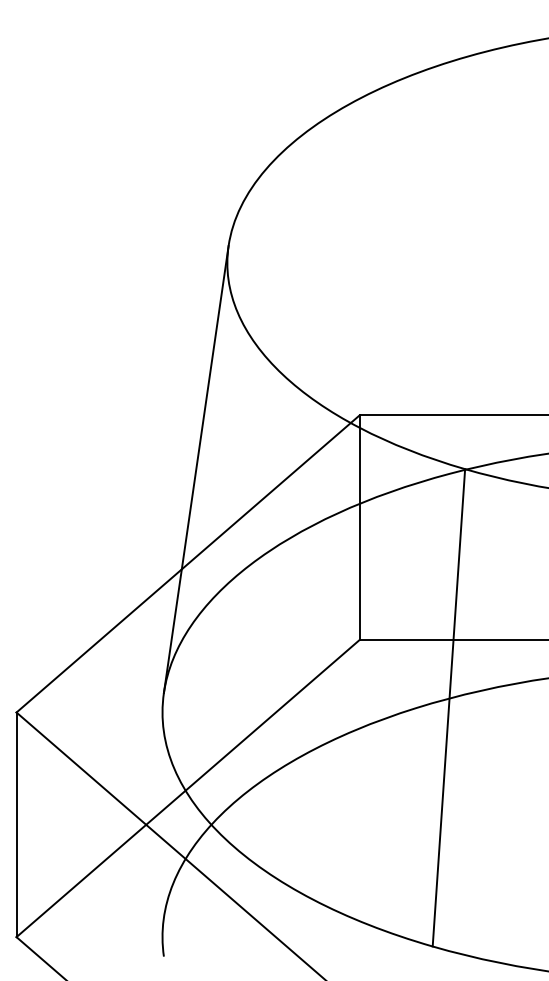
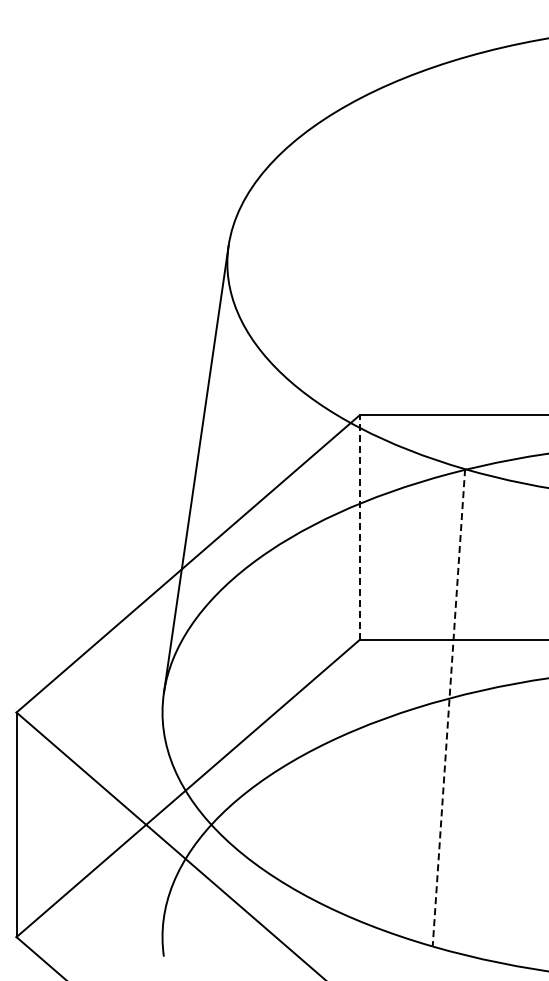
line at (359, 527): solid -> dashed
line at (448, 708): solid -> dashed
